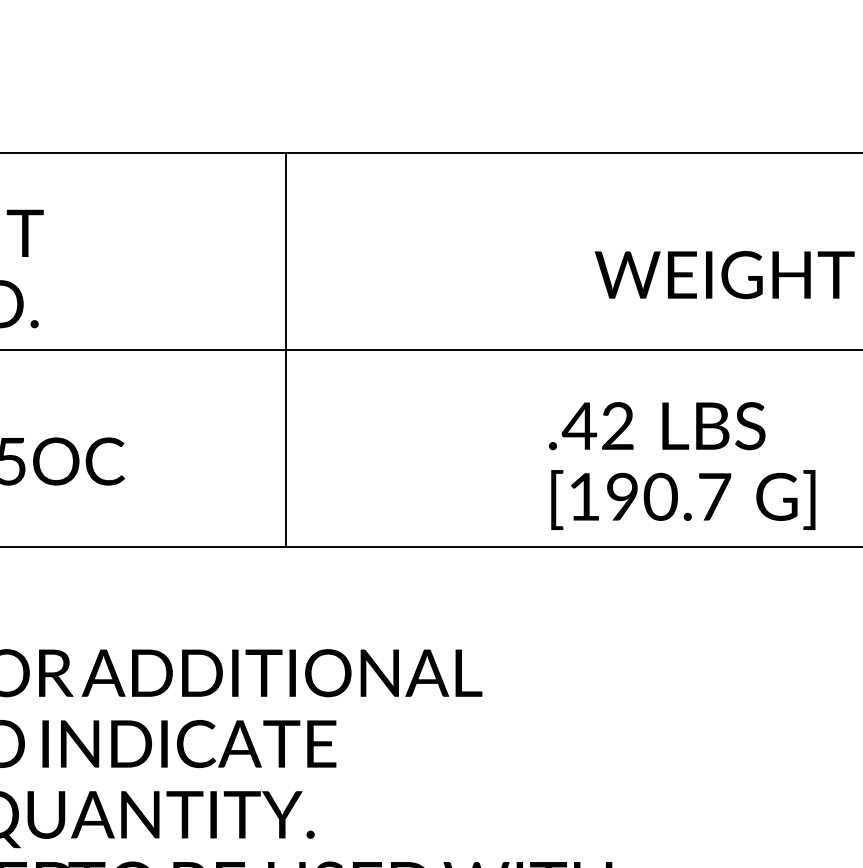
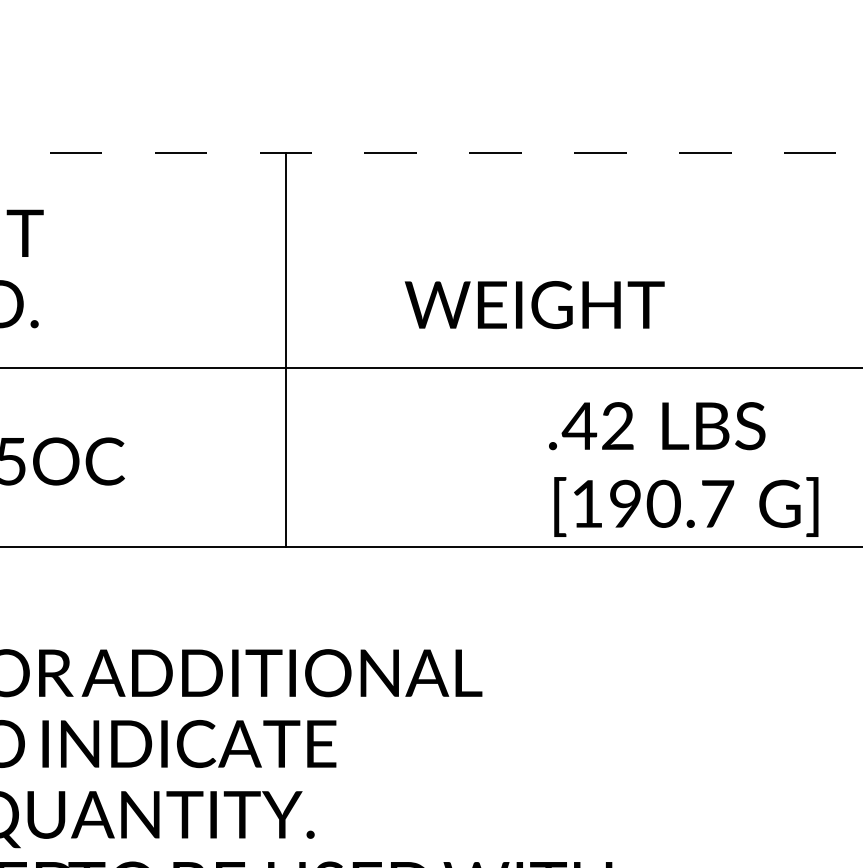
line at (431, 153): solid -> dashed
text at (724, 275) position: (724, 275) -> (534, 305)
line at (430, 349) position: (430, 349) -> (430, 367)
text at (683, 499) position: (683, 499) -> (686, 506)
